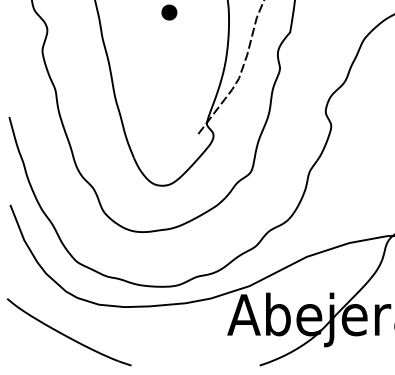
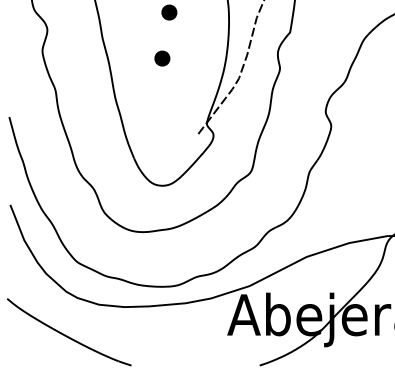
part at (162, 58): none -> present
